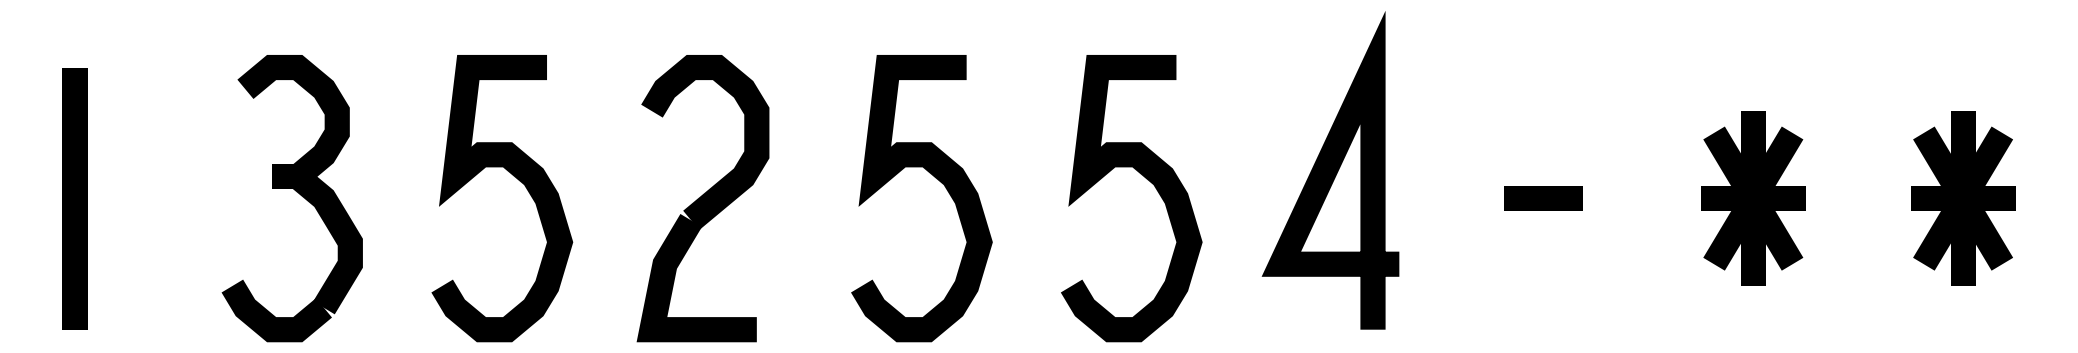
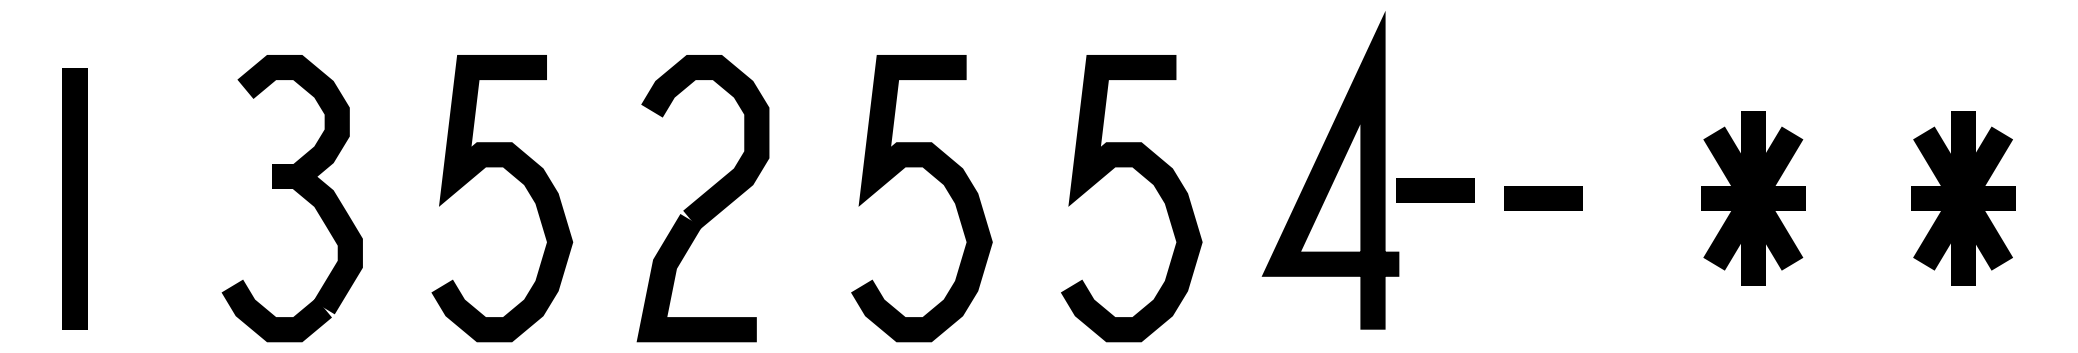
line at (1435, 190): none -> present
